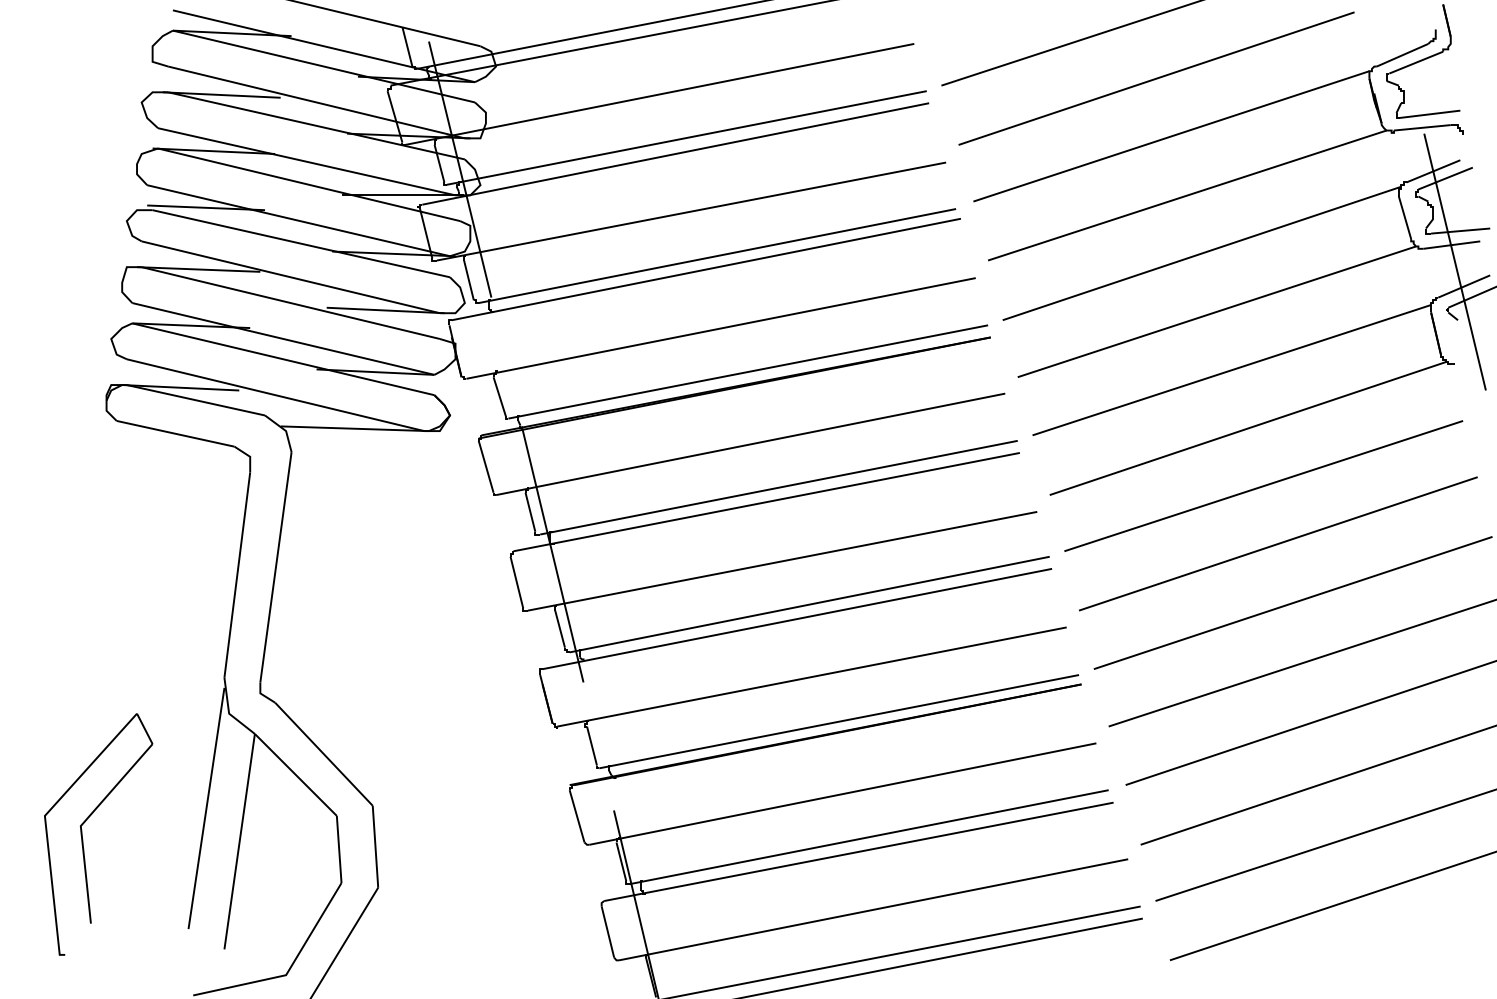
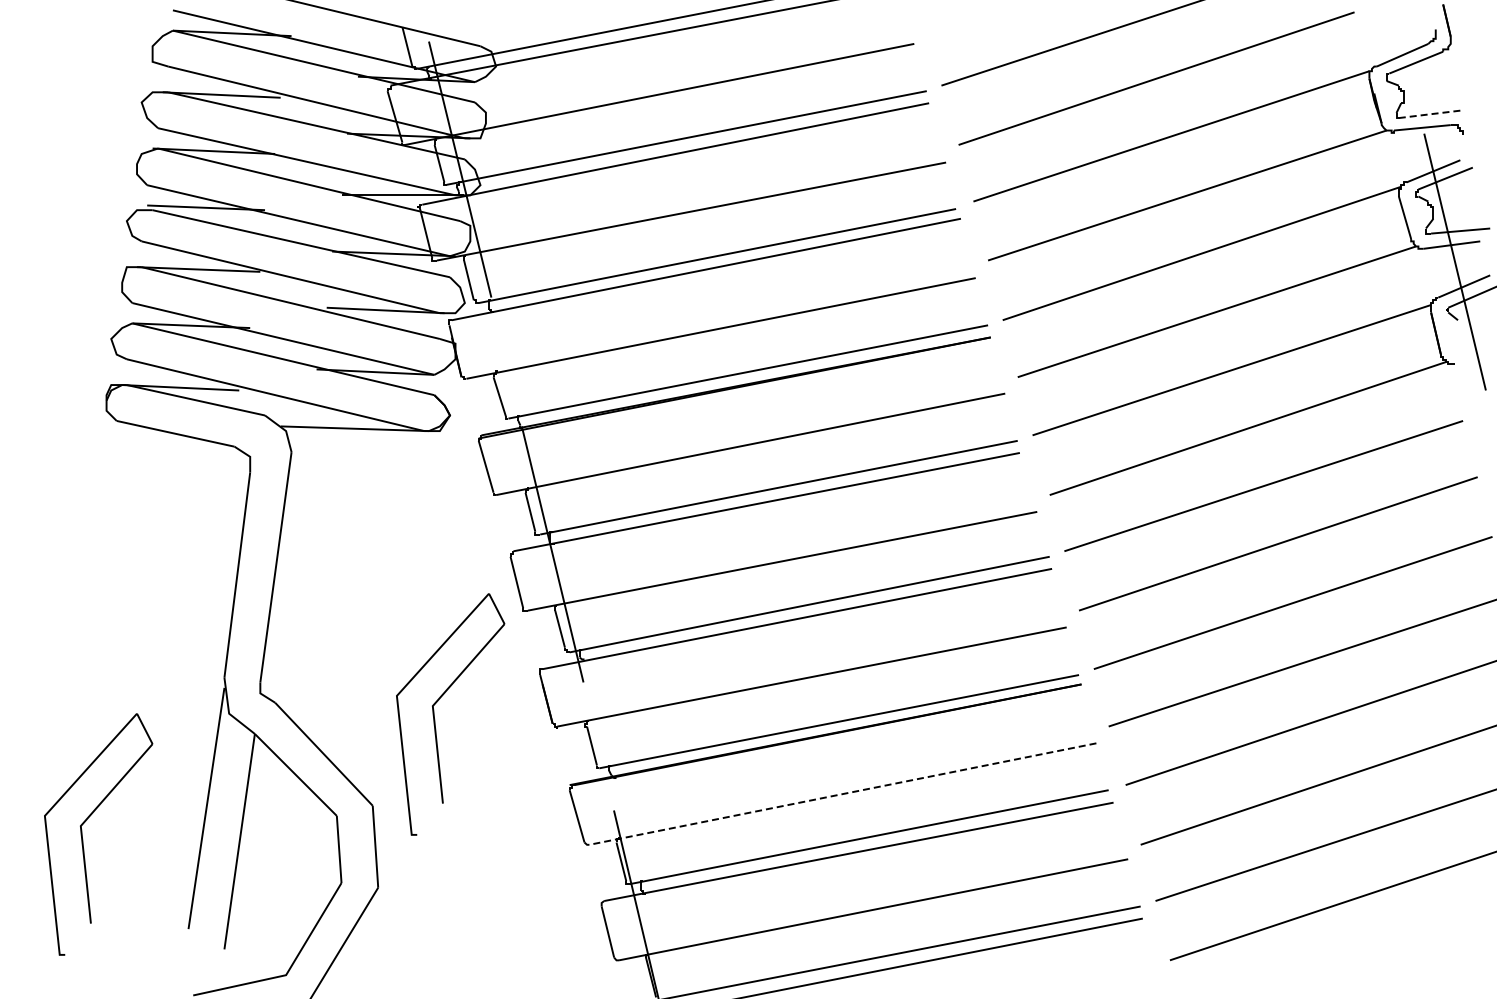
line at (1429, 114): solid -> dashed
part at (435, 719): none -> present
line at (842, 794): solid -> dashed
